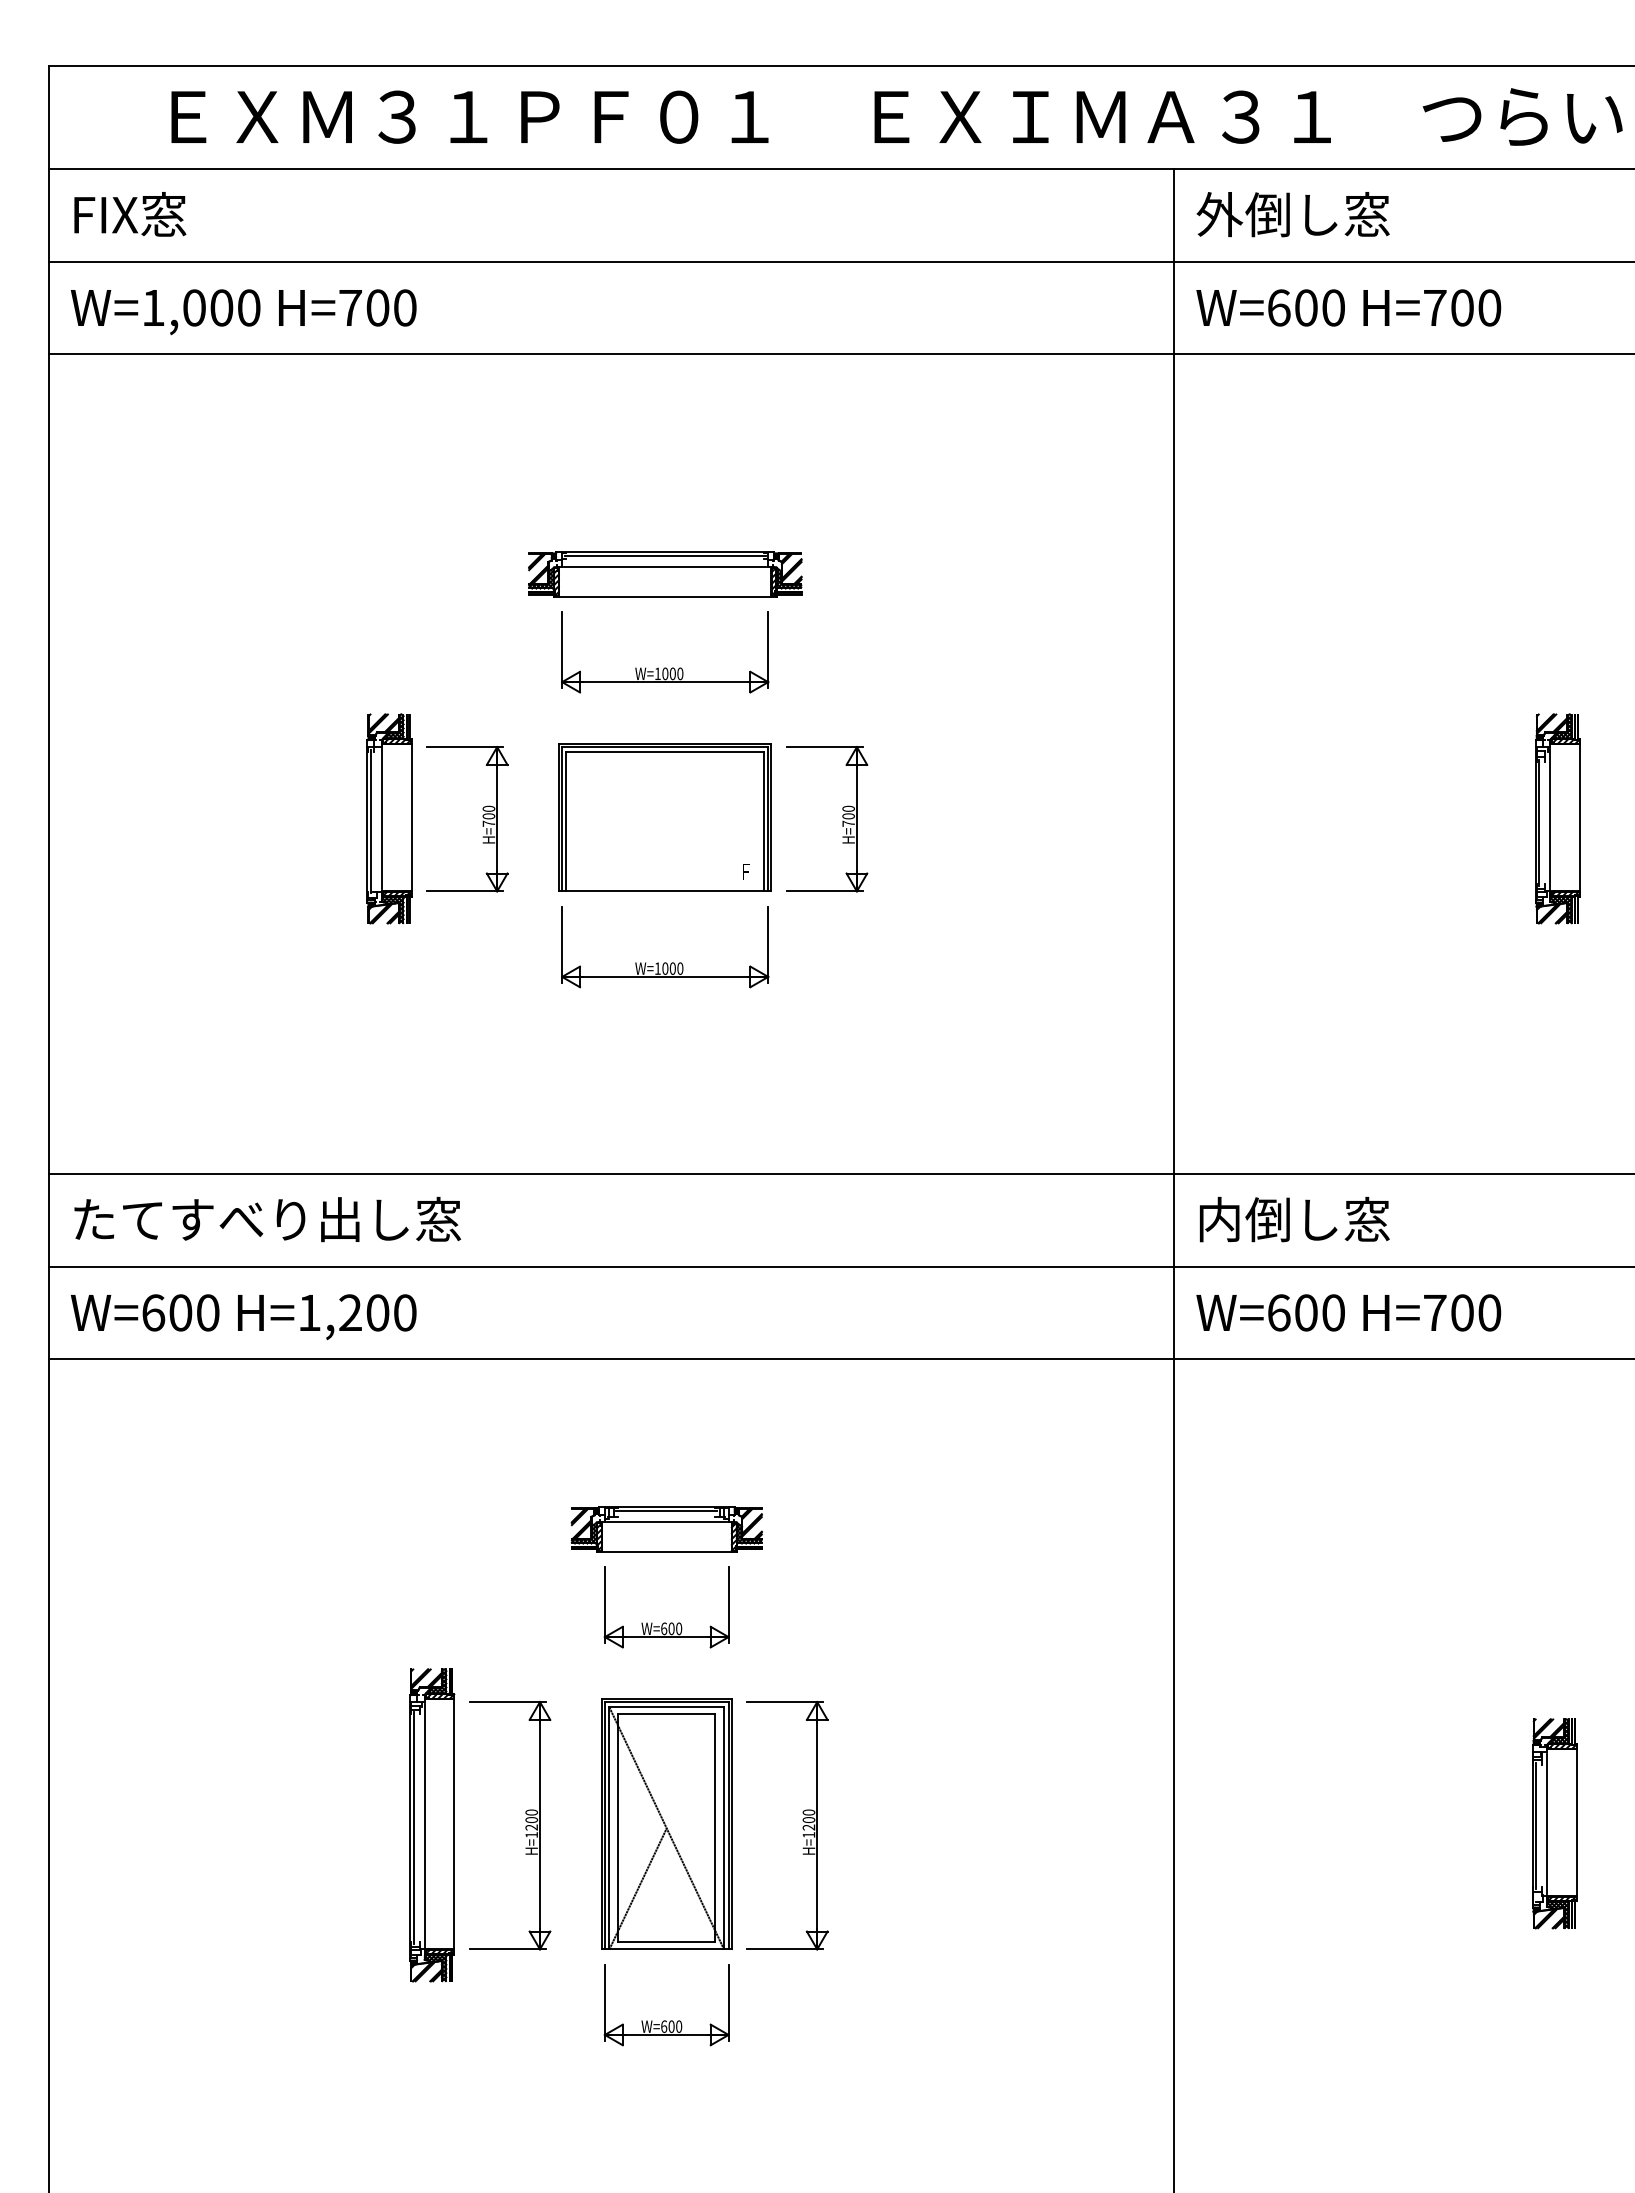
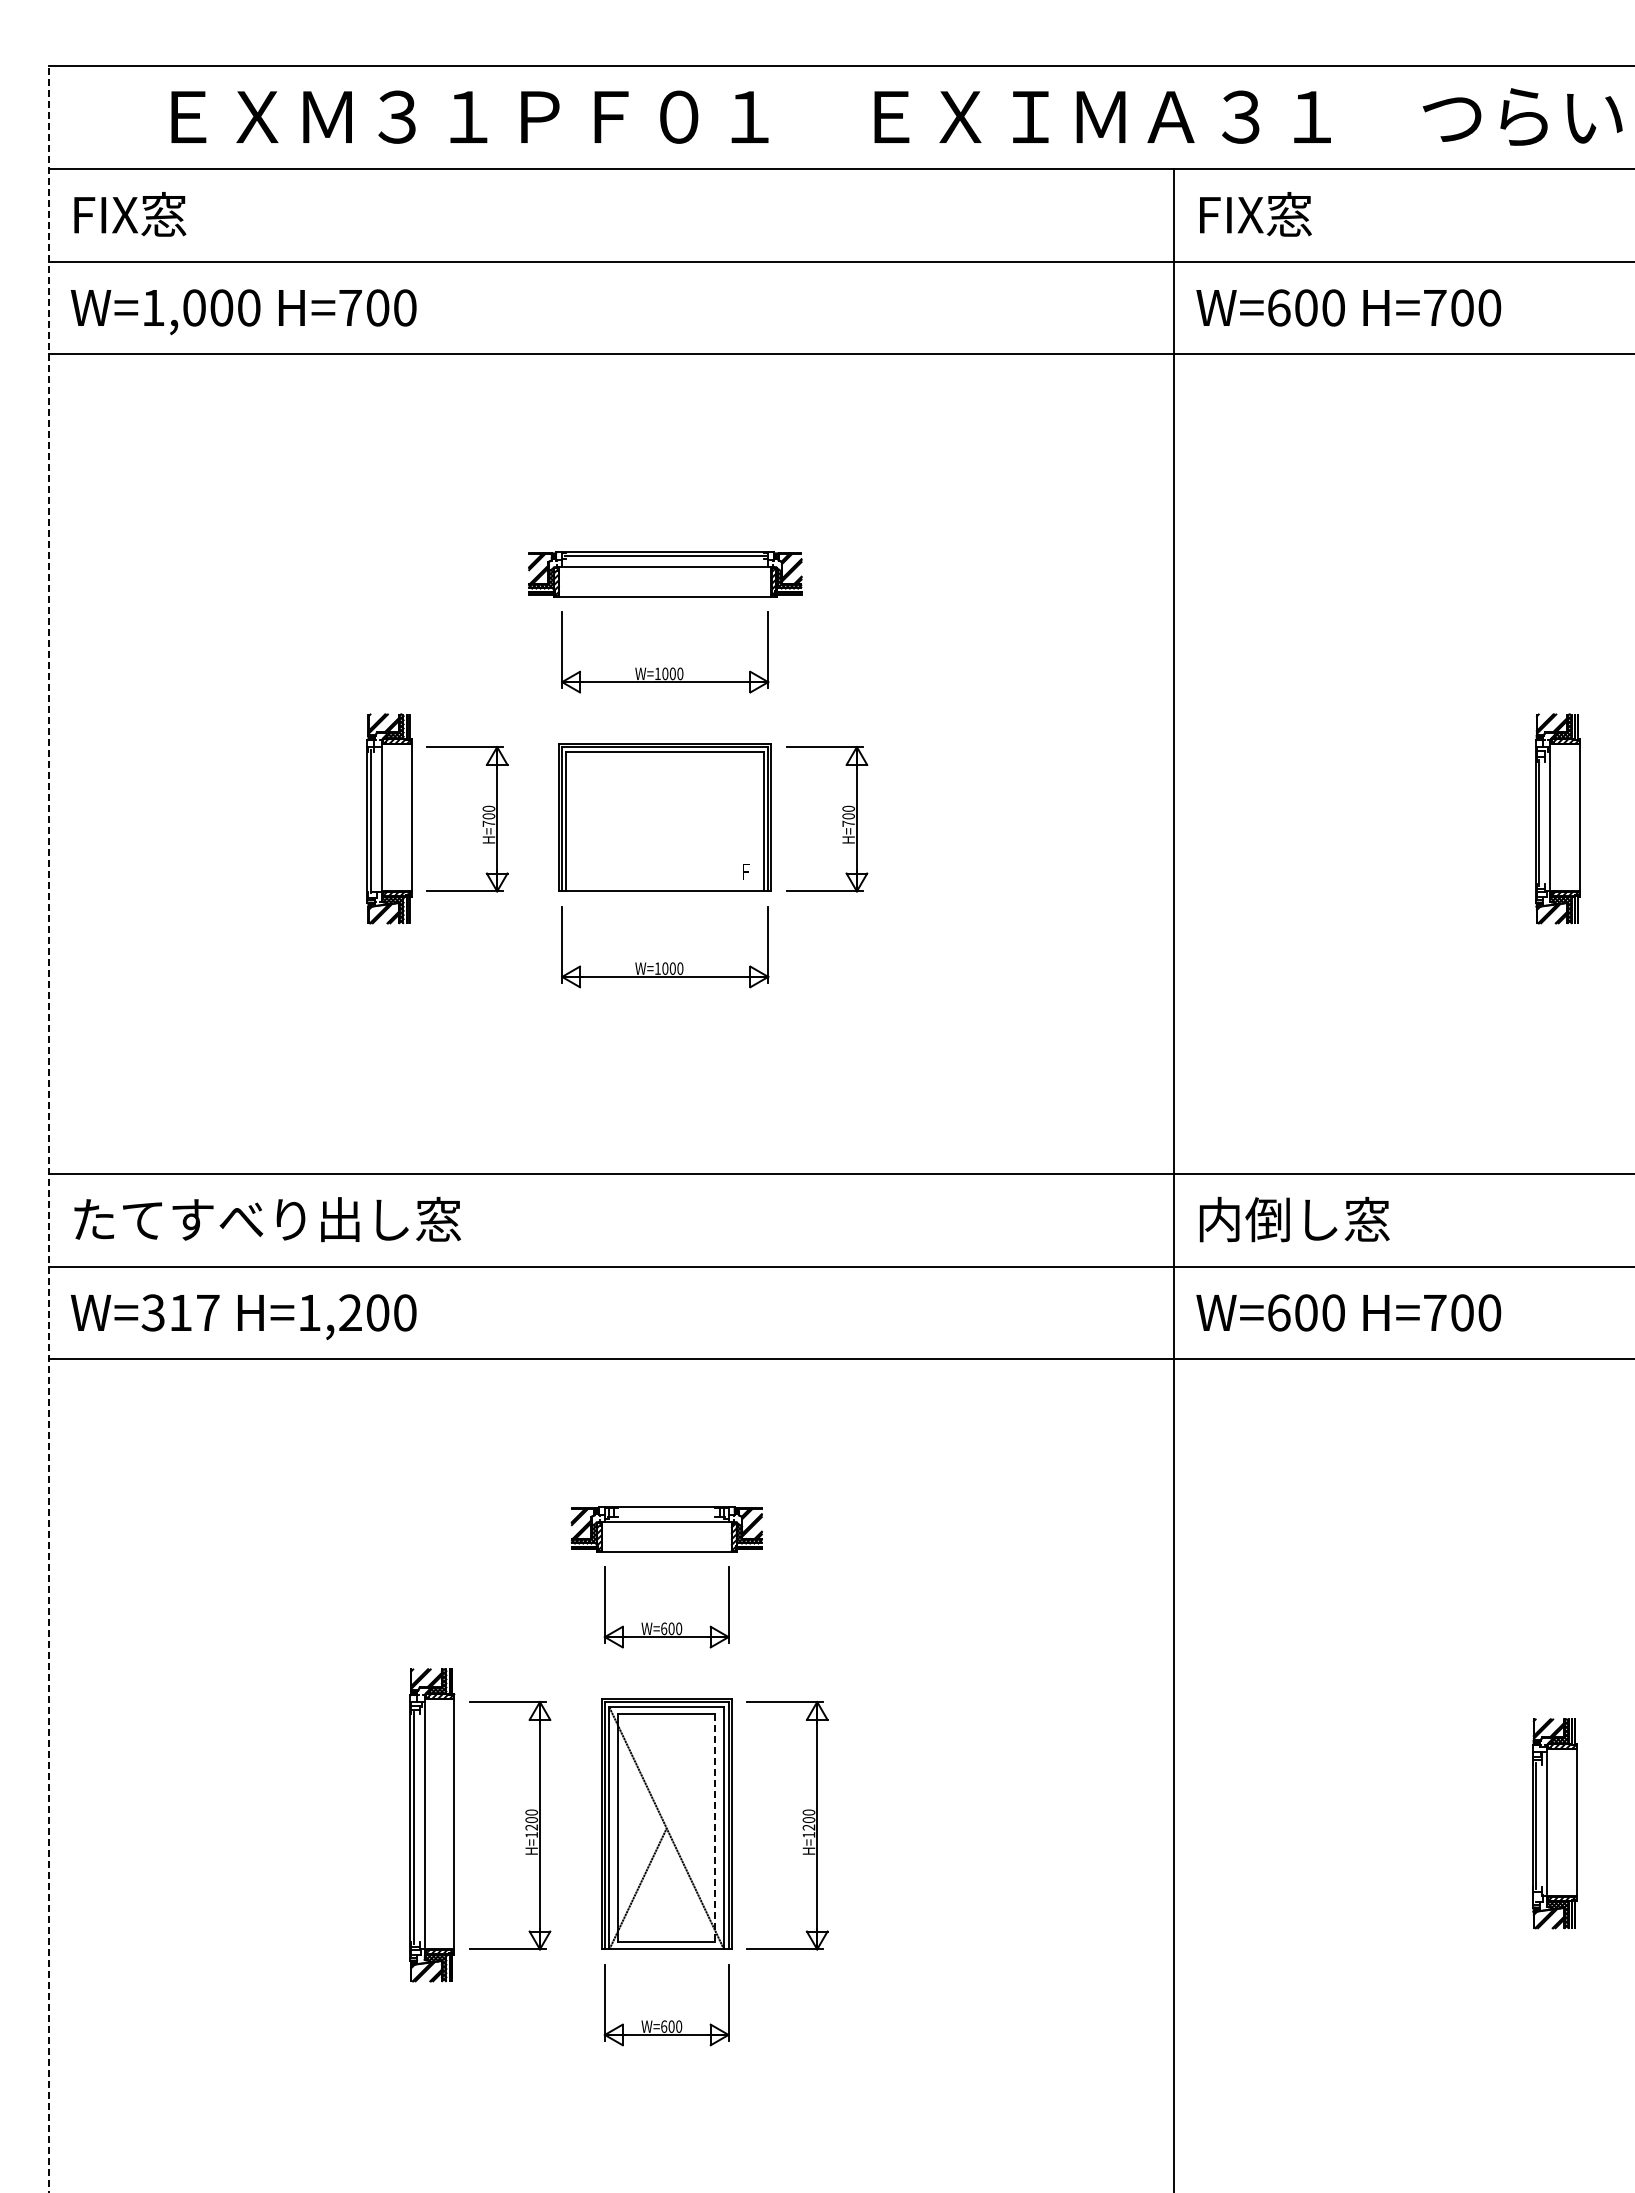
text at (1292, 214): 外倒し窓 -> FIX窓
line at (48, 1128): solid -> dashed
text at (180, 1312): W=600 -> W=317
line at (666, 1510): present -> none
line at (715, 1828): solid -> dashed
